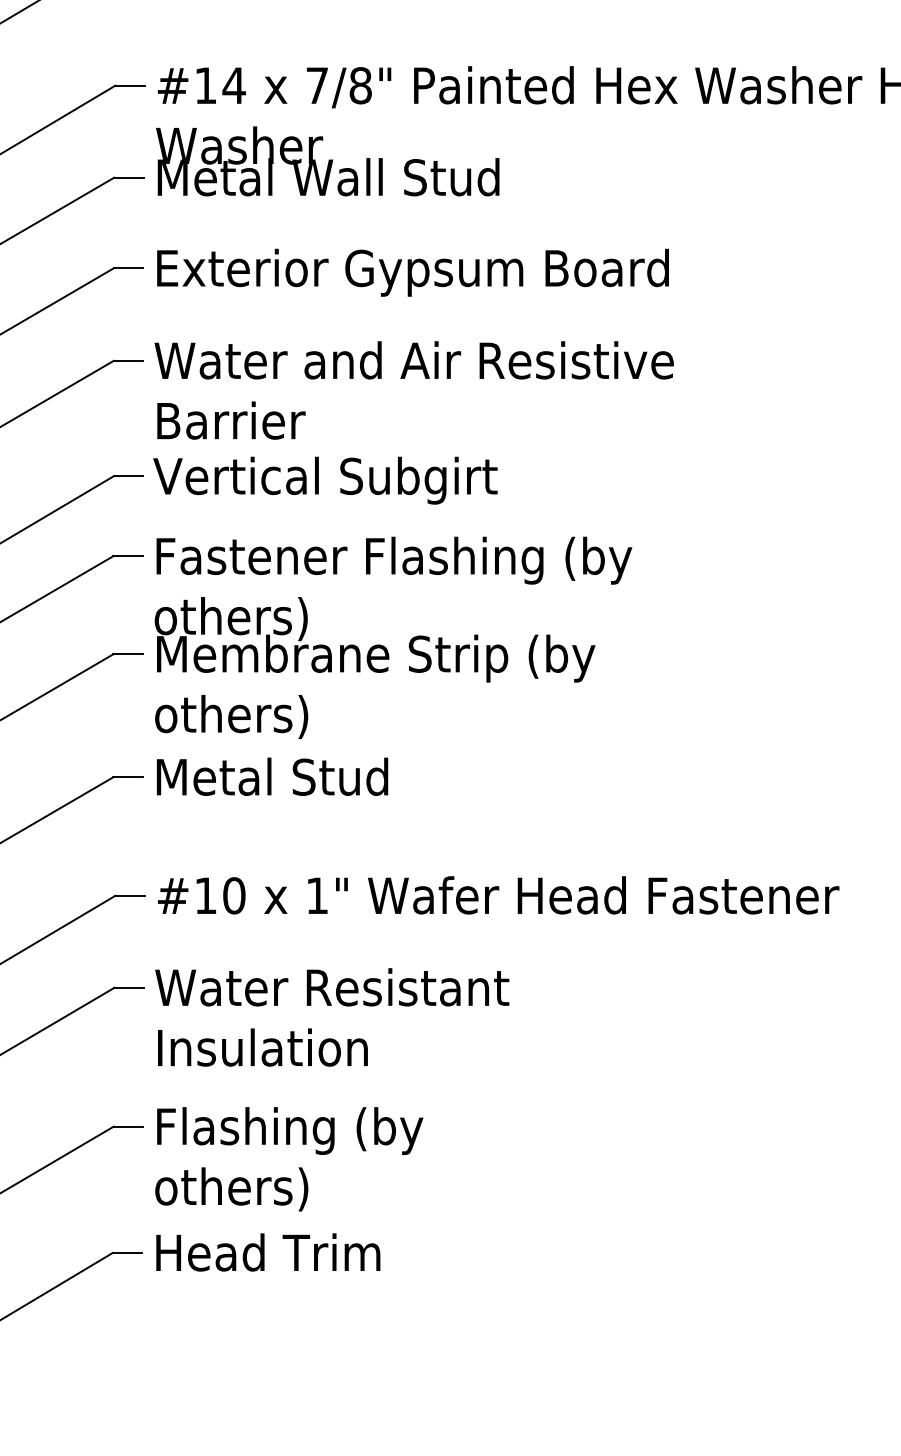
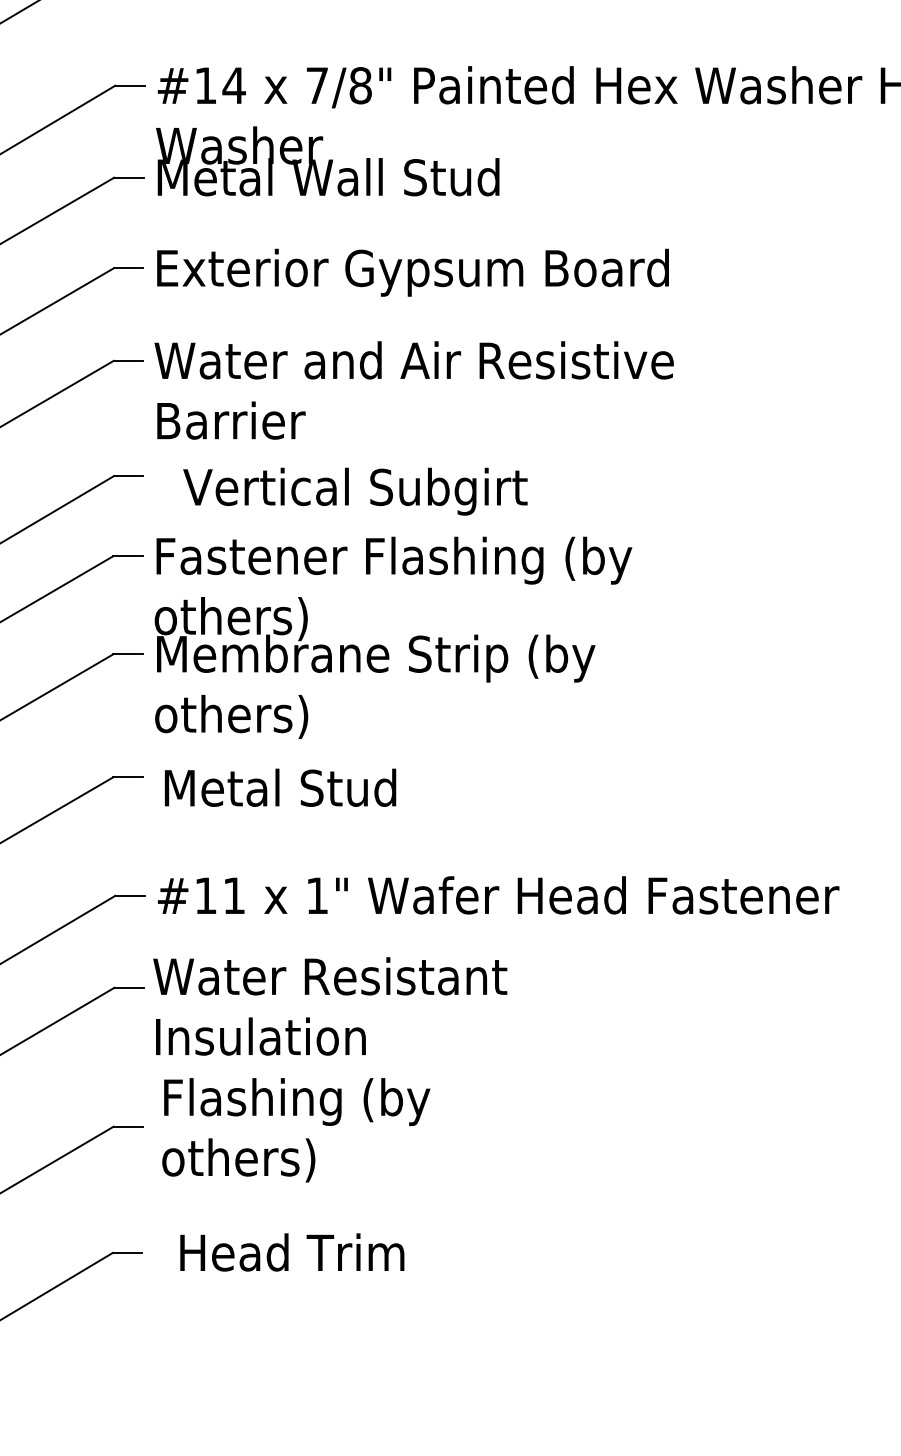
text at (325, 480) position: (325, 480) -> (355, 491)
text at (272, 776) position: (272, 776) -> (280, 787)
text at (234, 895): #10 -> #11
text at (332, 1017) position: (332, 1017) -> (330, 1006)
text at (289, 1159) position: (289, 1159) -> (296, 1130)
text at (268, 1252) position: (268, 1252) -> (292, 1252)
